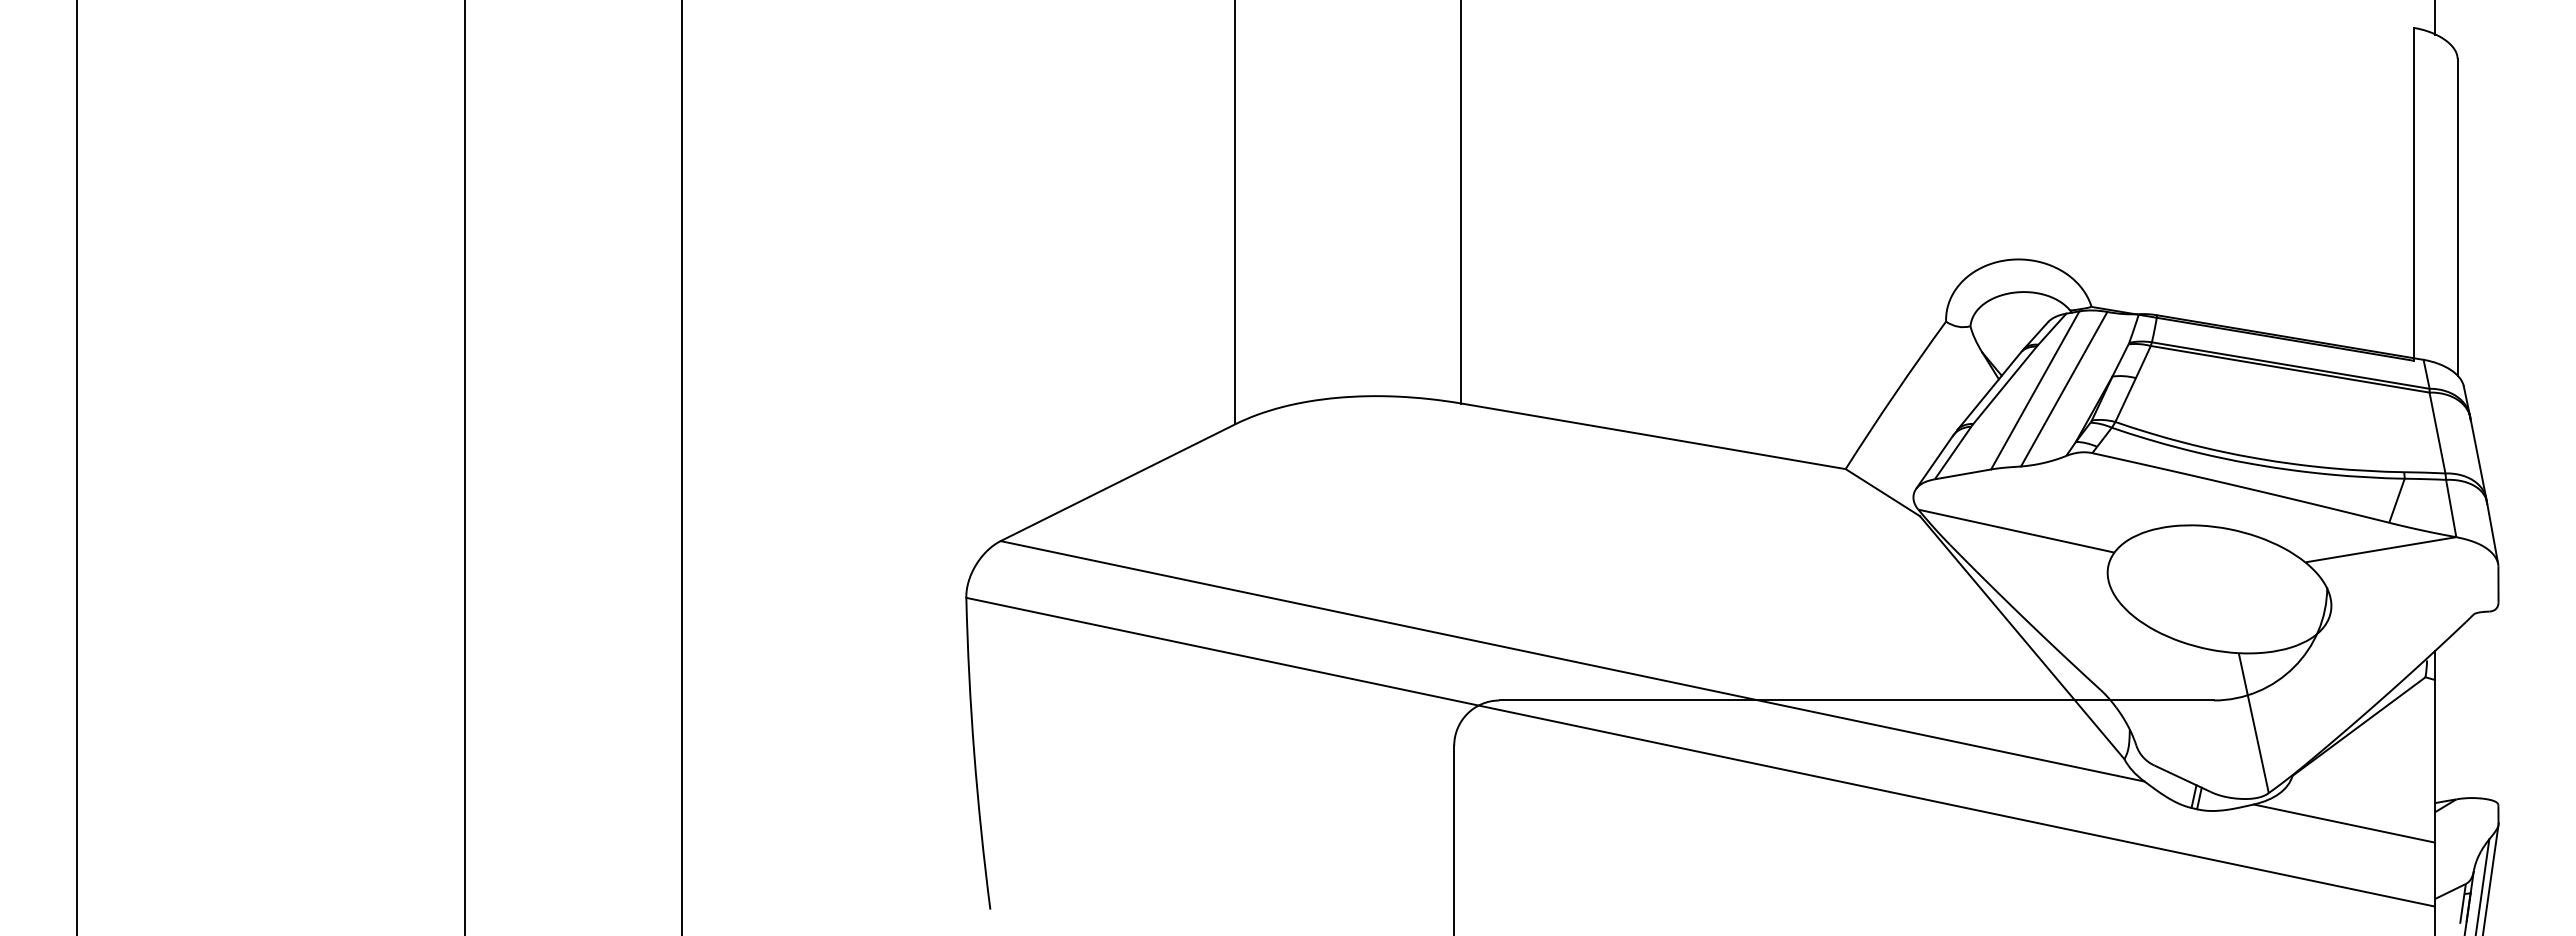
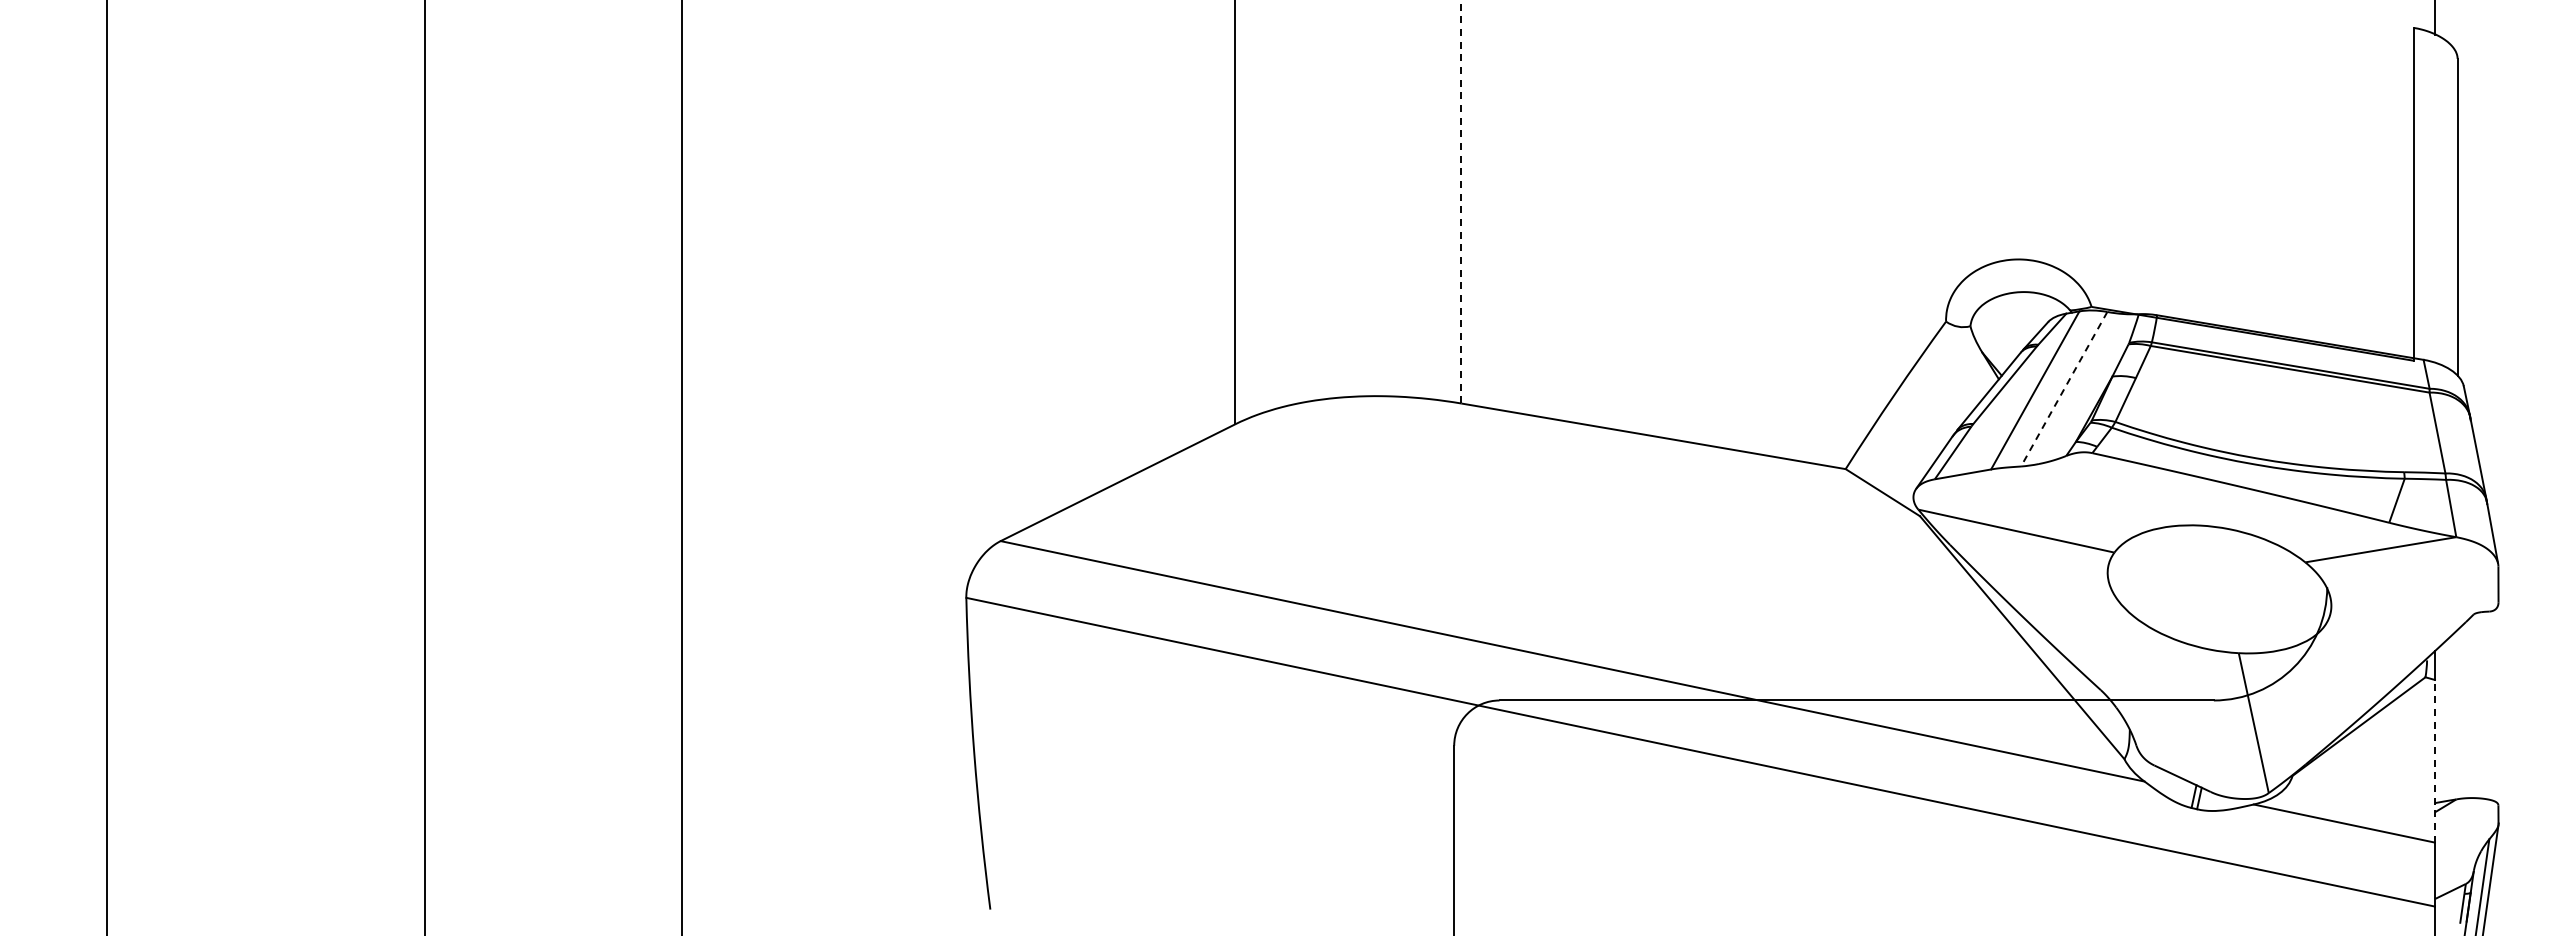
line at (1461, 201): solid -> dashed
line at (2064, 389): solid -> dashed
line at (77, 467) position: (77, 467) -> (107, 467)
line at (464, 467) position: (464, 467) -> (424, 467)
line at (2434, 760): solid -> dashed
